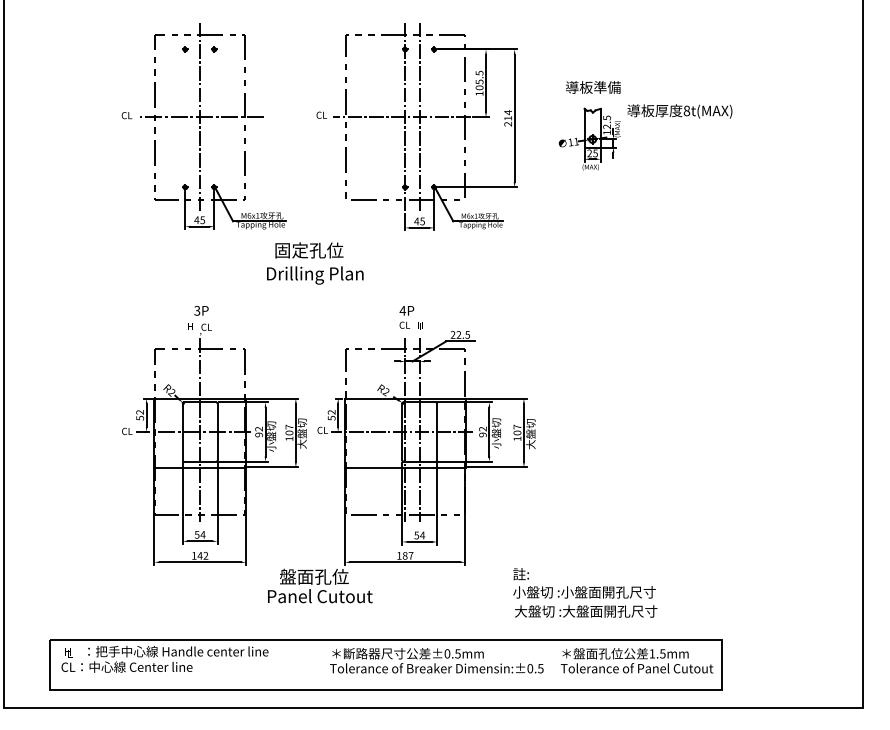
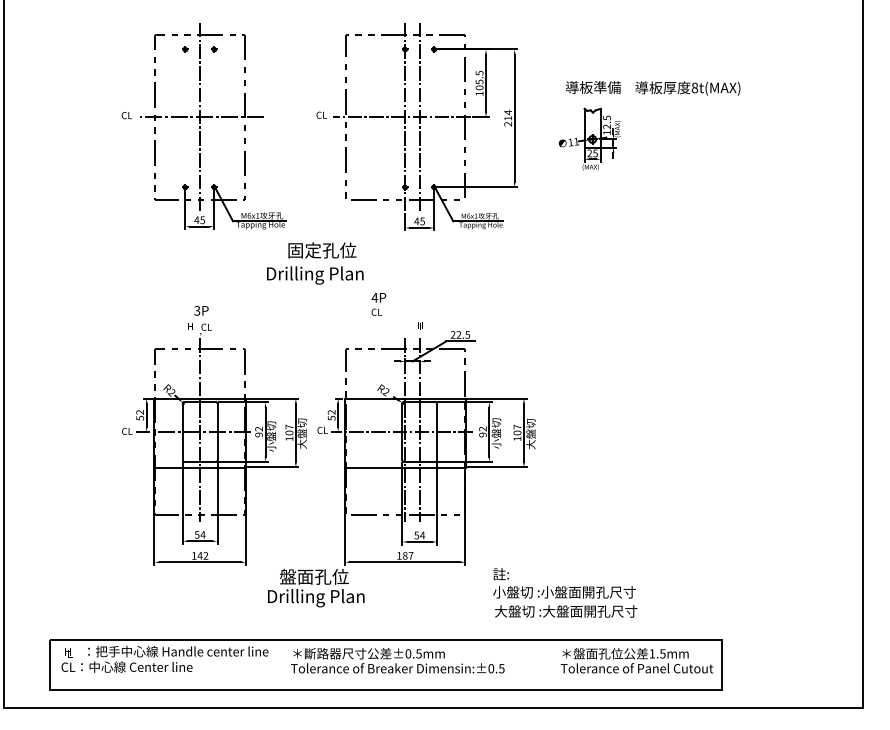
text at (679, 111) position: (679, 111) -> (687, 88)
text at (309, 250) position: (309, 250) -> (322, 250)
text at (406, 317) position: (406, 317) -> (378, 304)
text at (585, 592) position: (585, 592) -> (565, 592)
text at (320, 598): Panel Cutout -> Drilling Plan
text at (436, 660) position: (436, 660) -> (397, 660)
